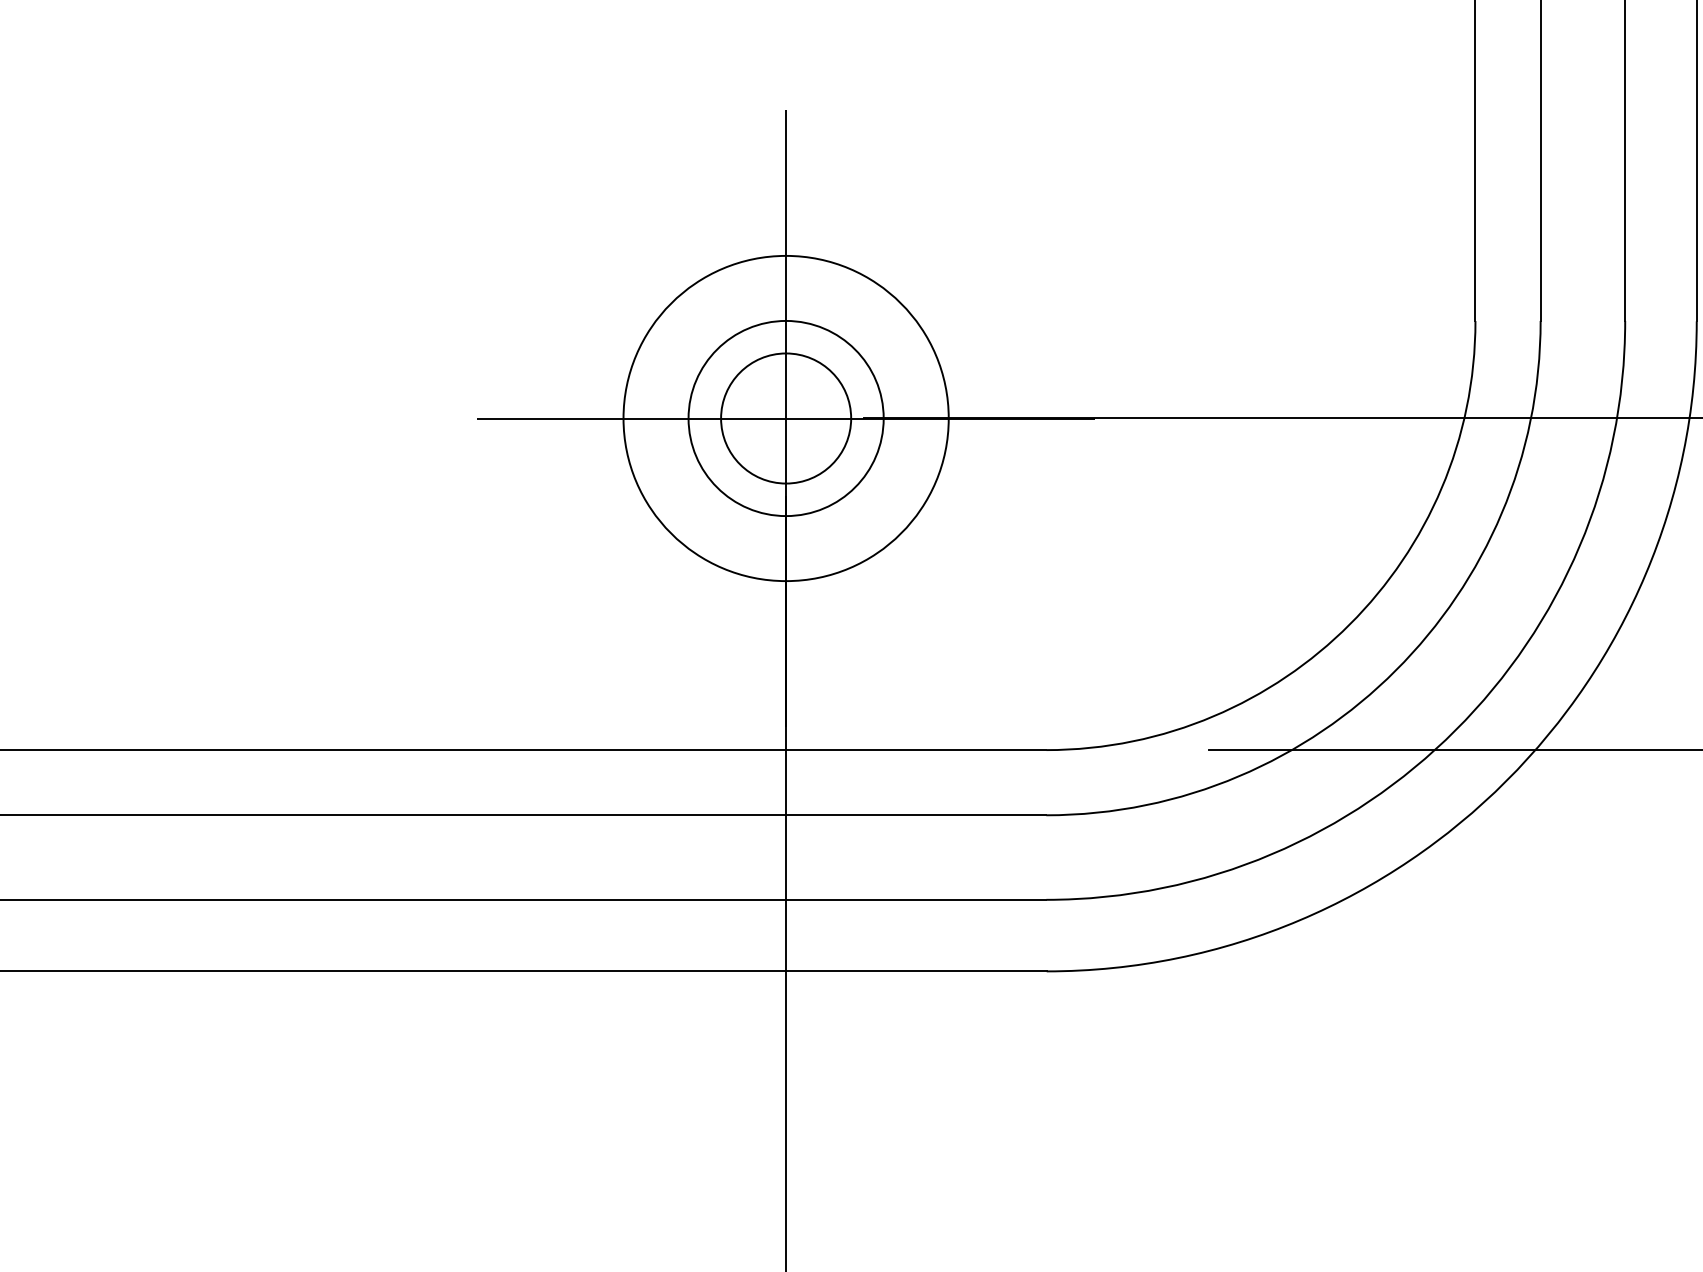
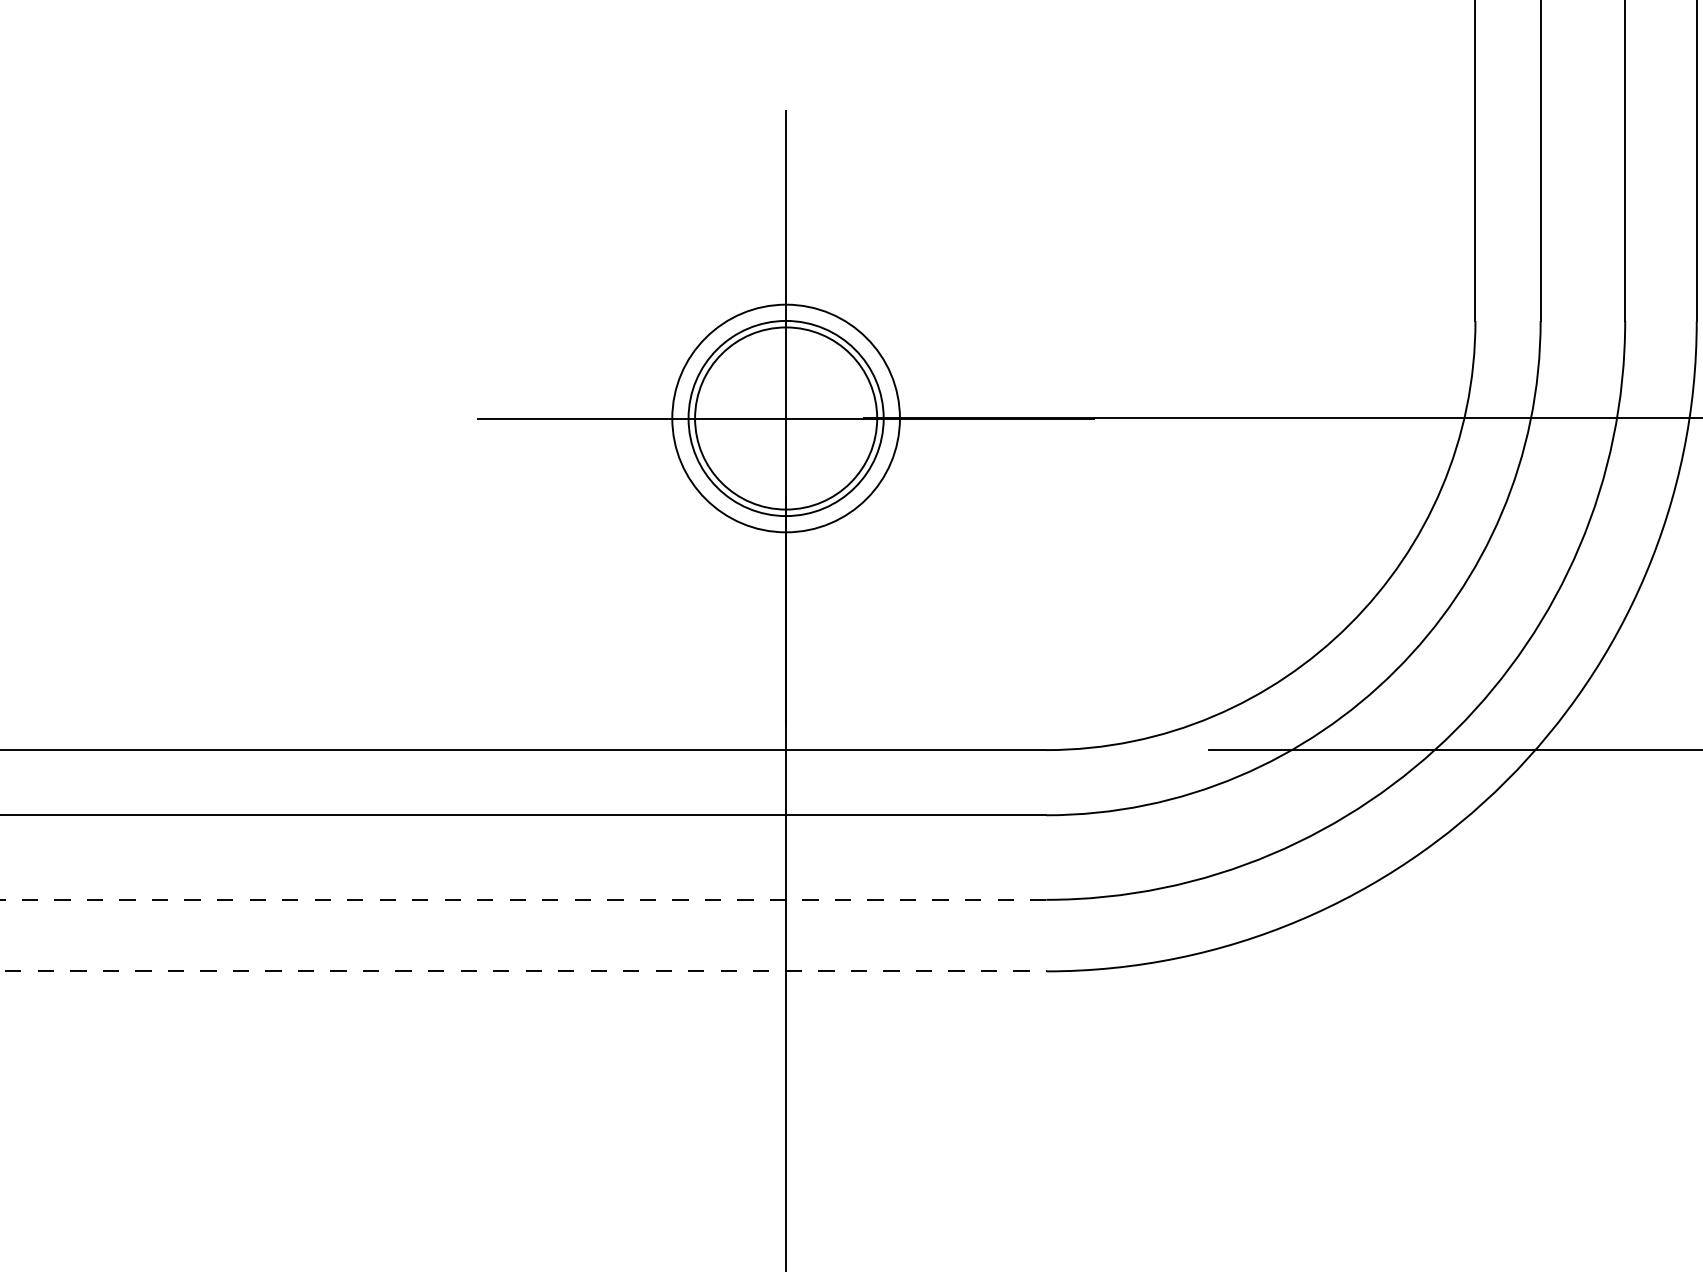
circle at (785, 418) diameter: 325 px -> 228 px
circle at (786, 418) diameter: 130 px -> 182 px
line at (523, 899): solid -> dashed
line at (523, 971): solid -> dashed
